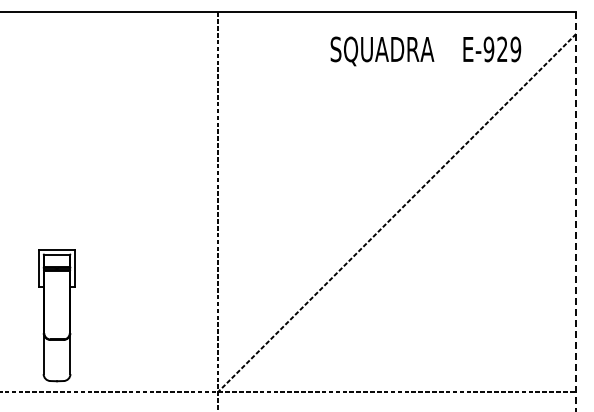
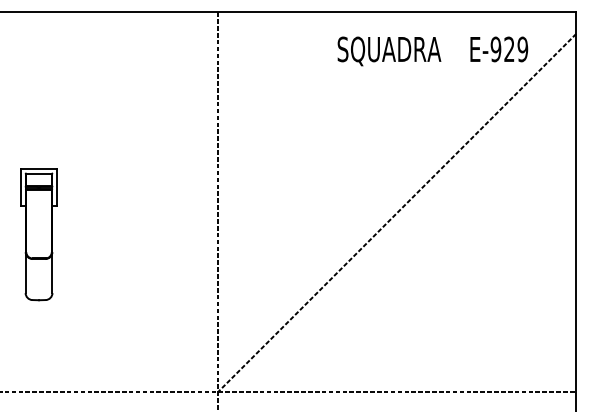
text at (425, 51) position: (425, 51) -> (432, 51)
line at (576, 212): dashed -> solid
part at (56, 315) position: (56, 315) -> (38, 234)
